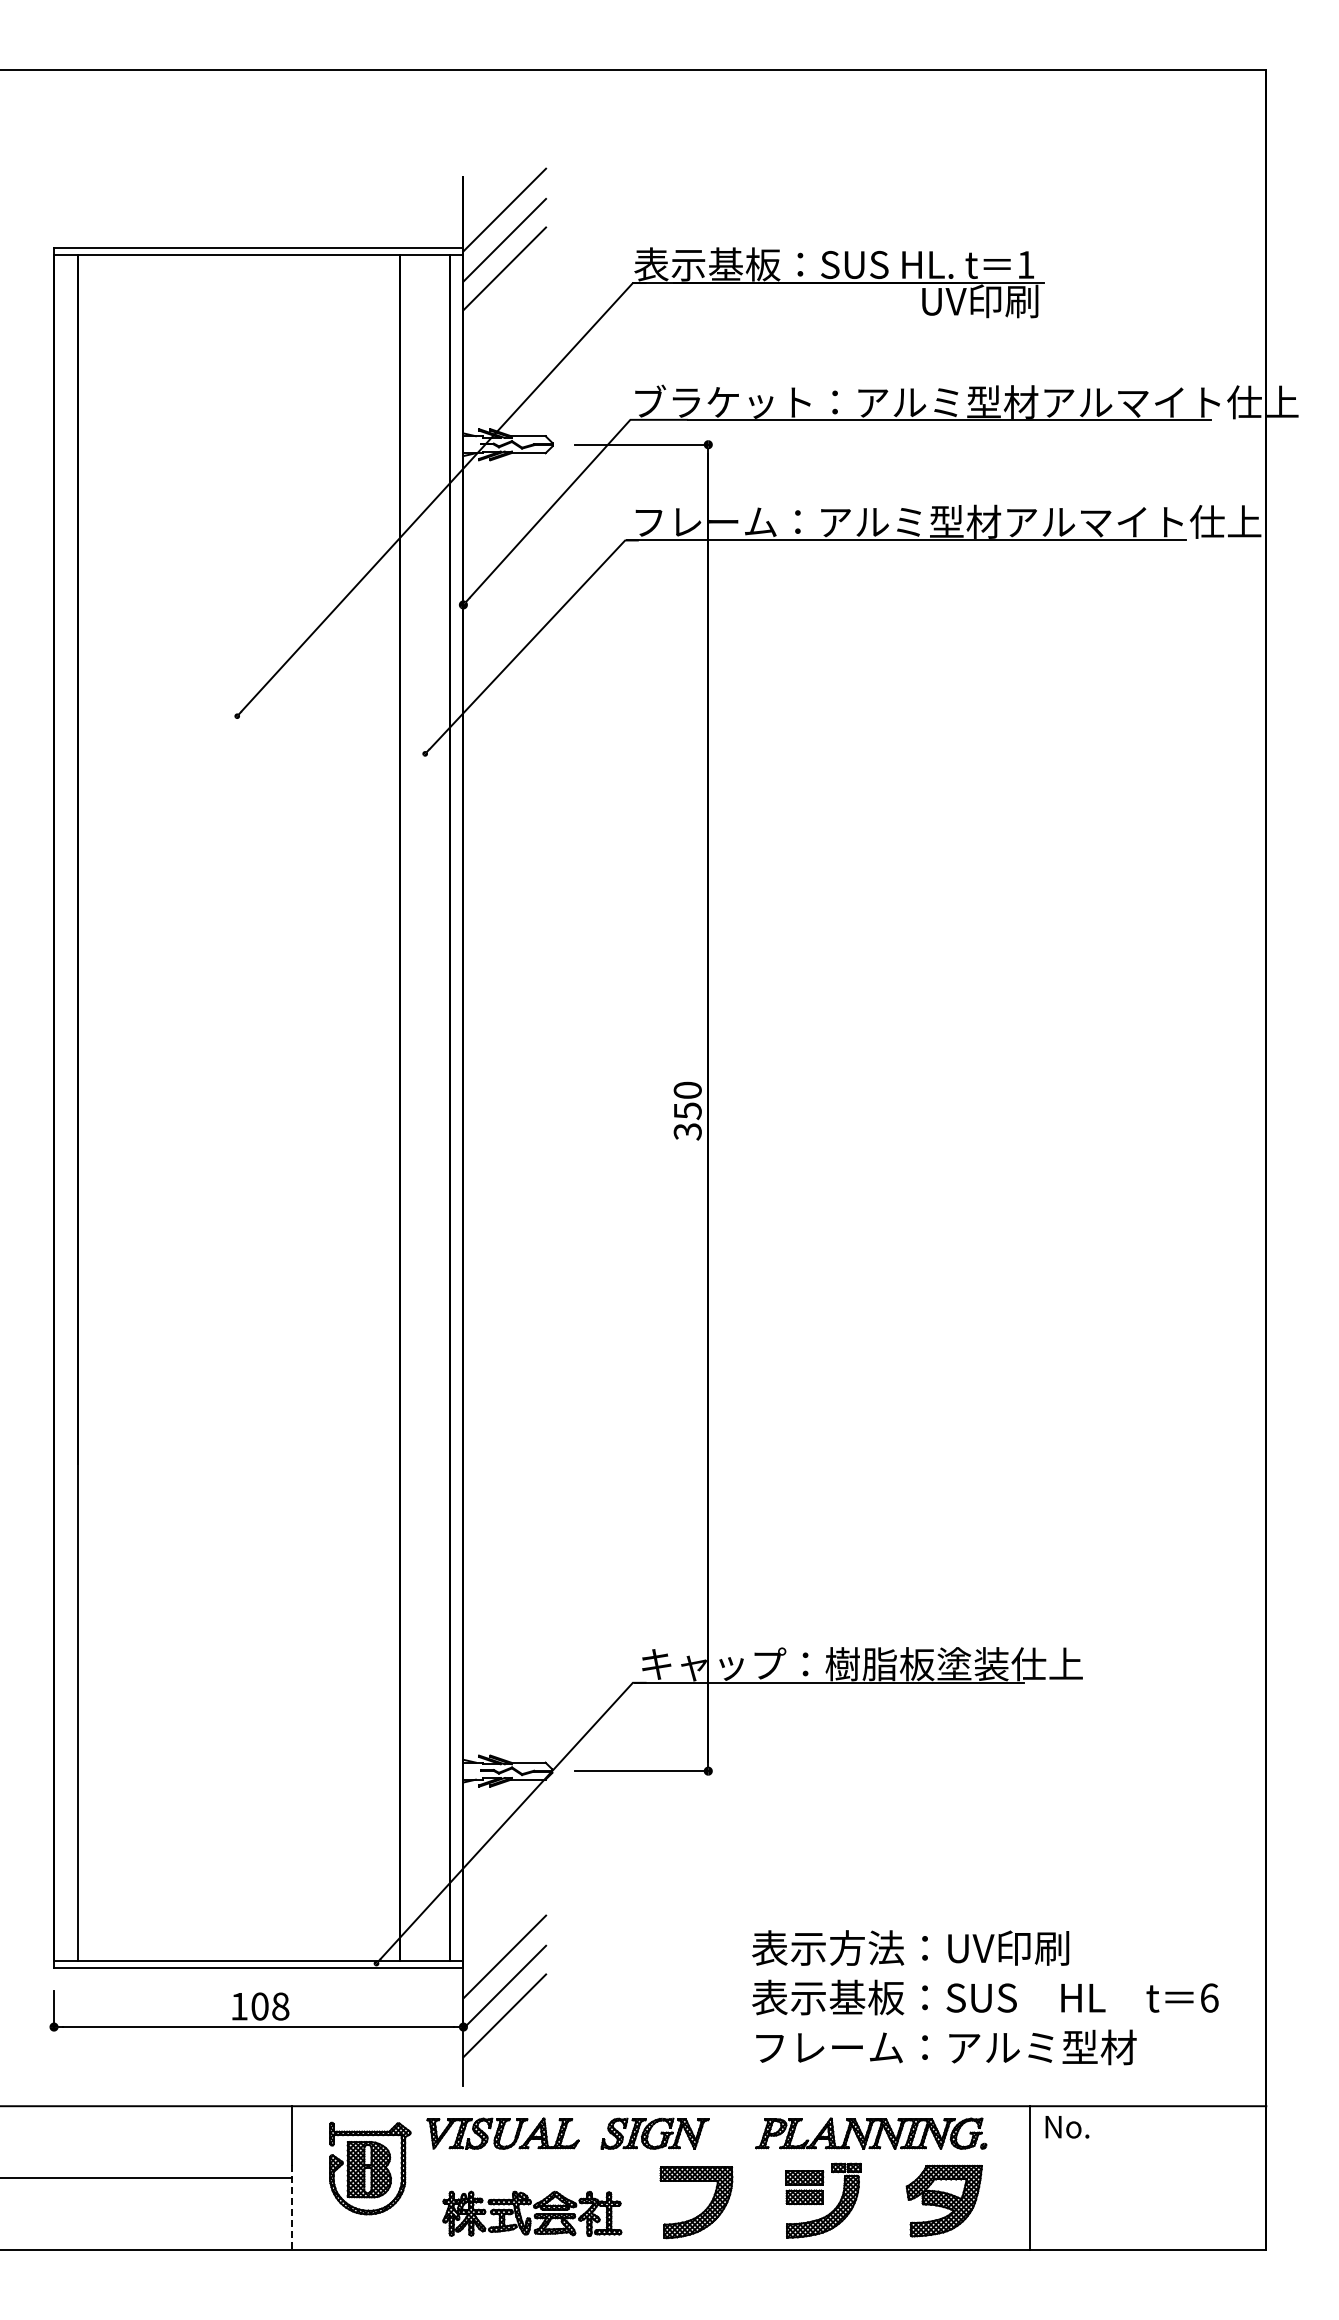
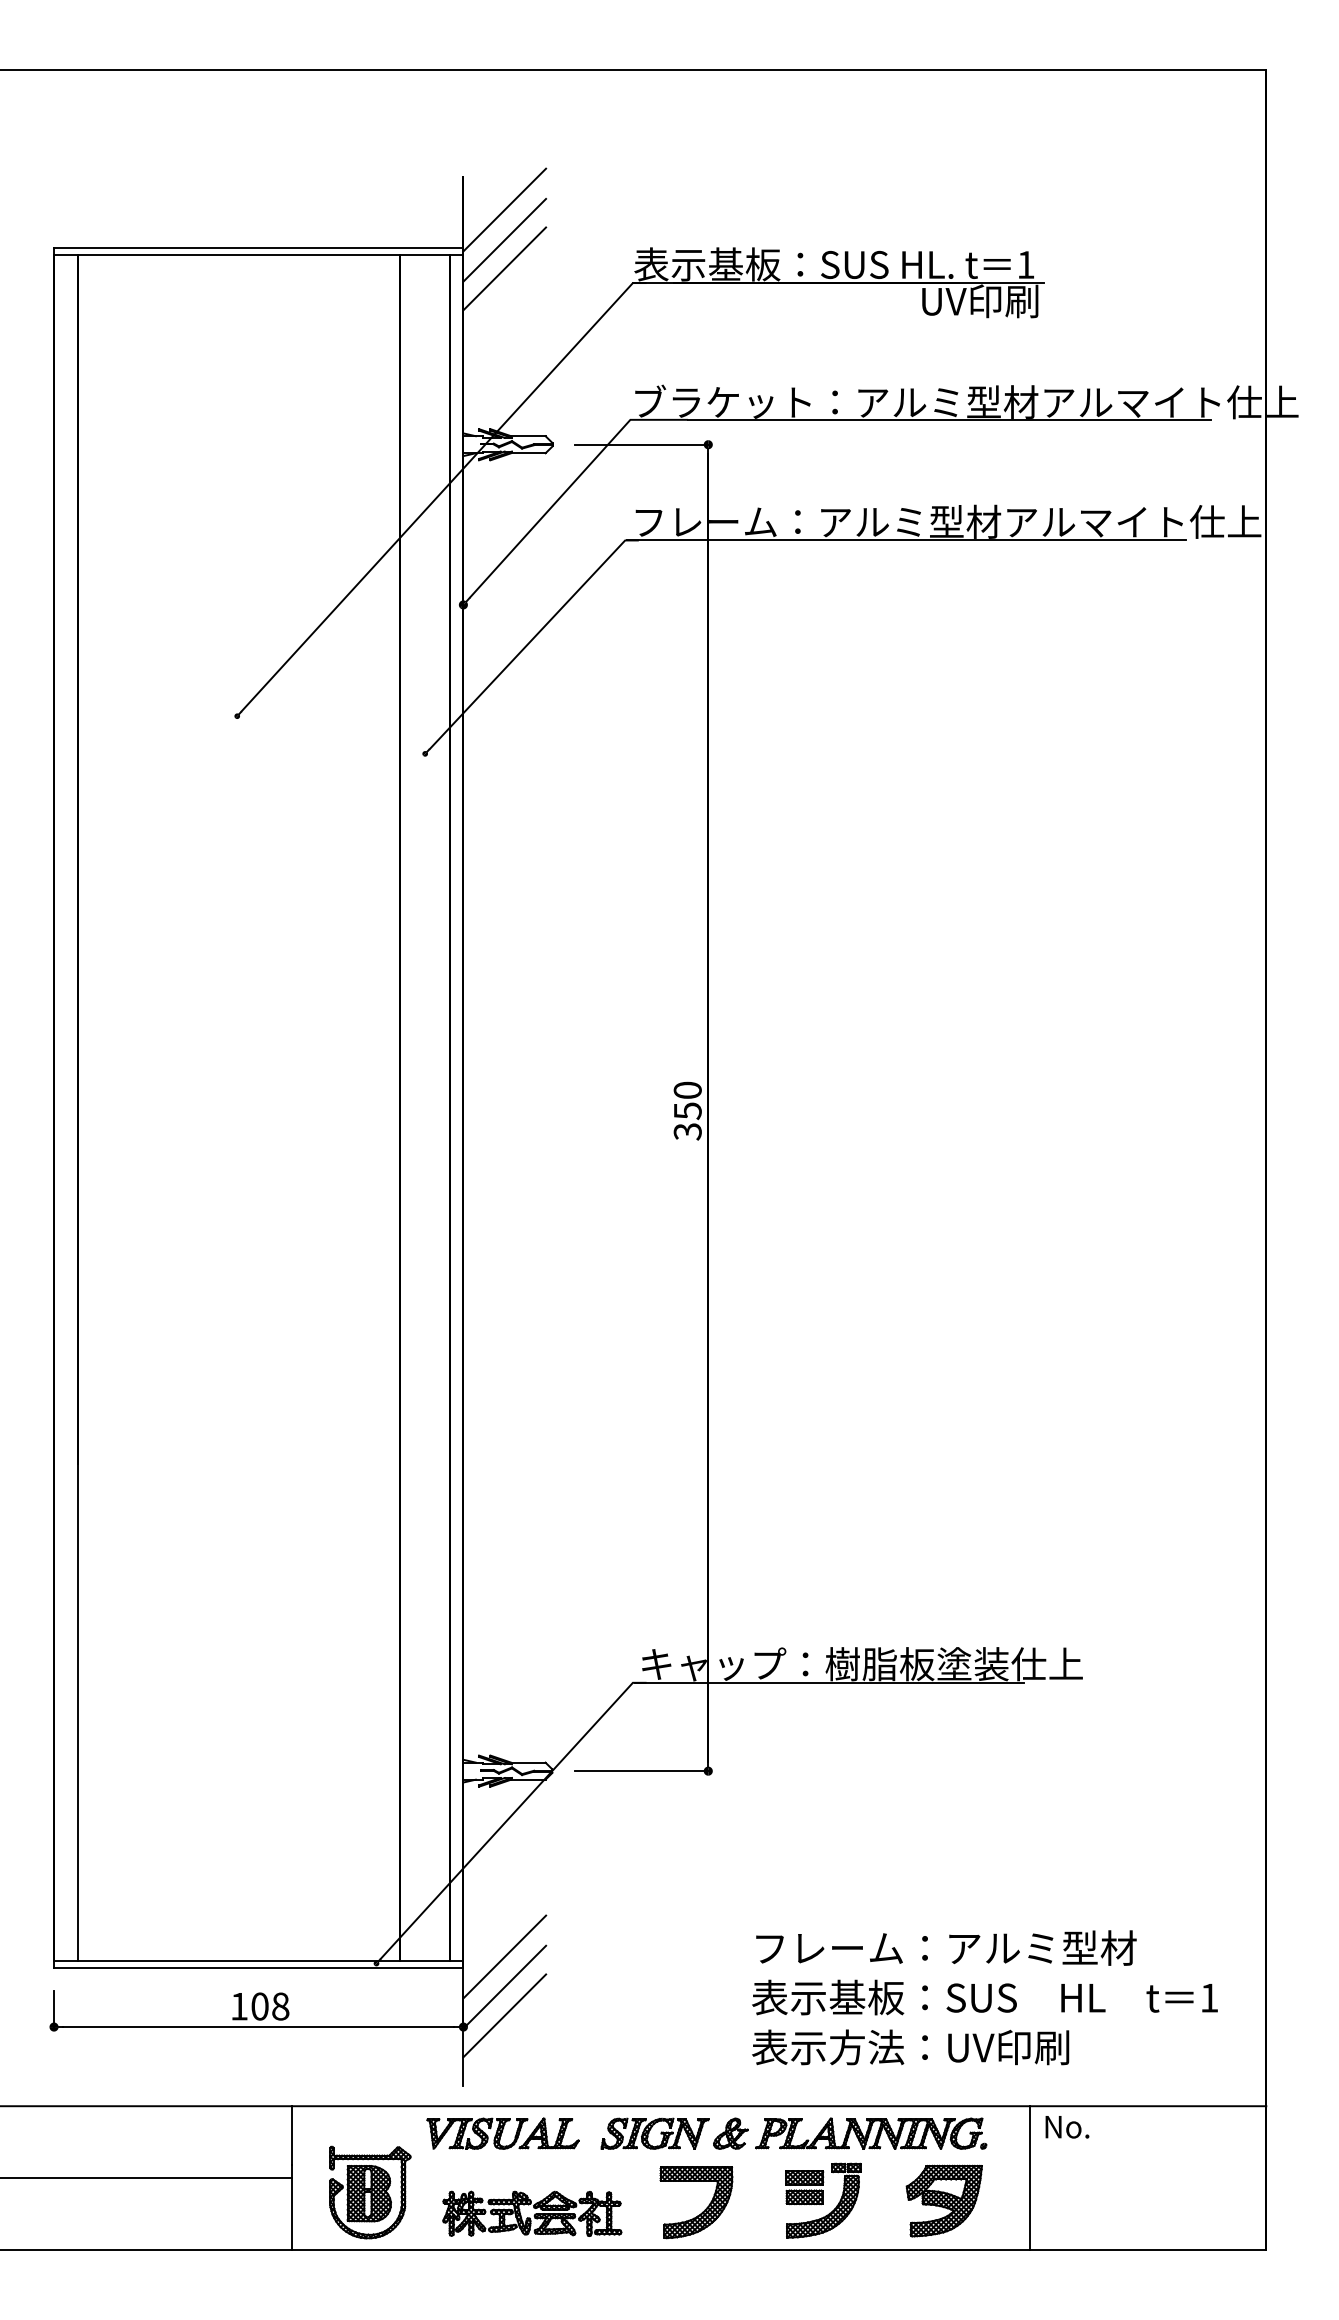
text at (944, 1947): 表示方法：UV印刷 -> フレーム：アルミ型材
text at (1209, 1997): 6 -> 1
text at (944, 2047): フレーム：アルミ型材 -> 表示方法：UV印刷
part at (730, 2133): none -> present
part at (370, 2168) position: (370, 2168) -> (370, 2192)
line at (291, 2207): dashed -> solid
